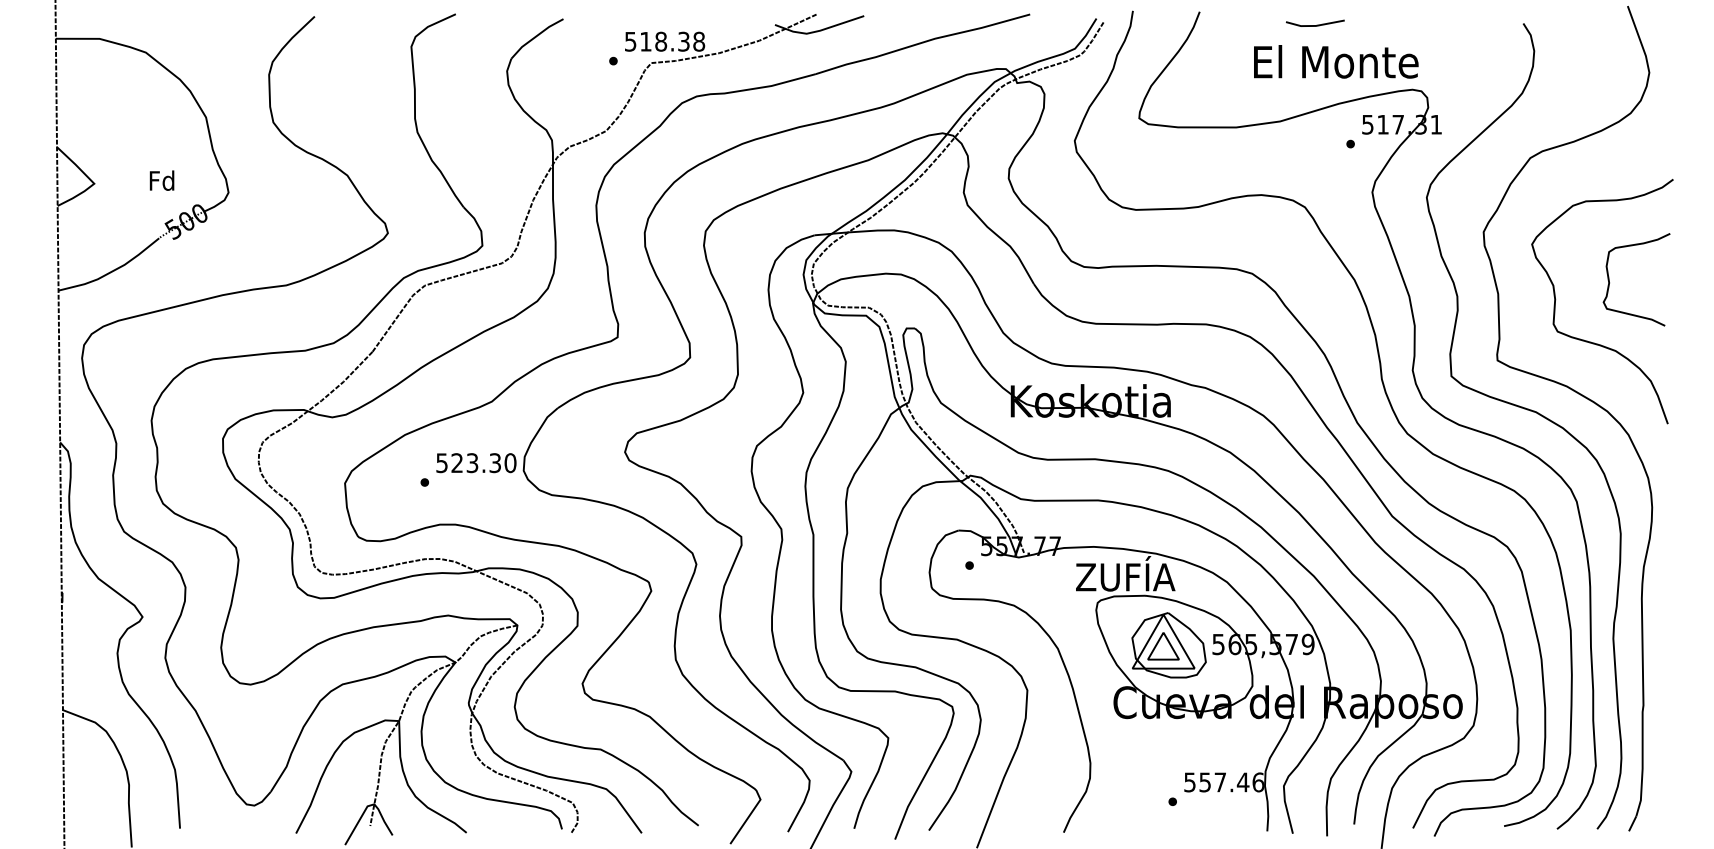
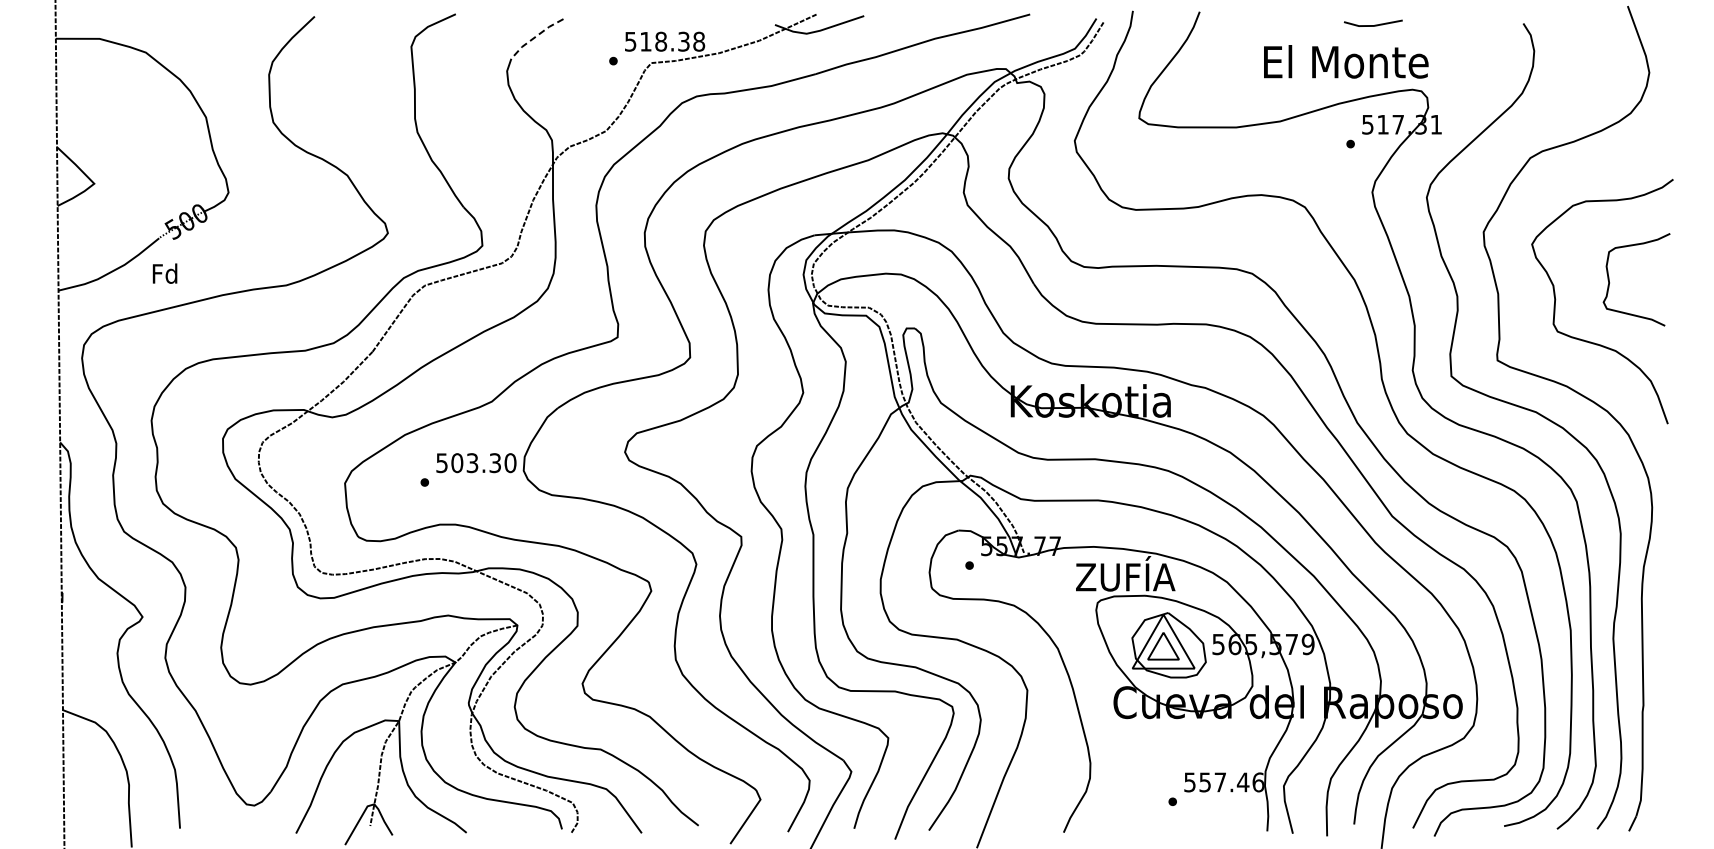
line at (1316, 24) position: (1316, 24) -> (1374, 24)
line at (535, 36): solid -> dashed
text at (1336, 61) position: (1336, 61) -> (1346, 61)
text at (161, 180) position: (161, 180) -> (164, 273)
text at (457, 463): 523.30 -> 503.30
